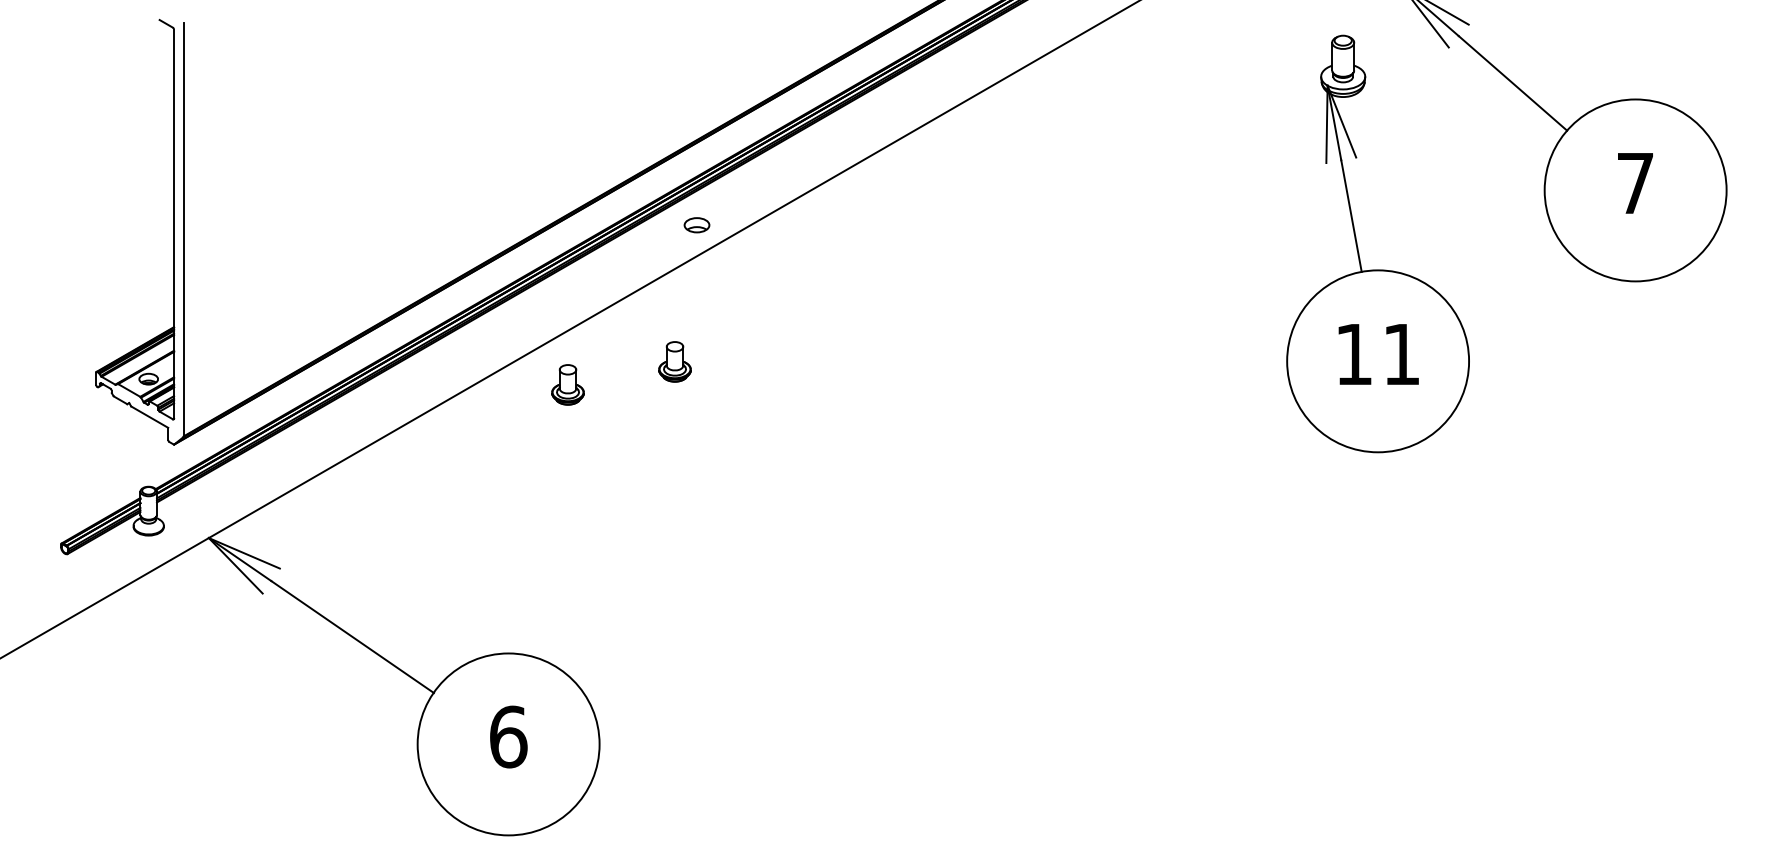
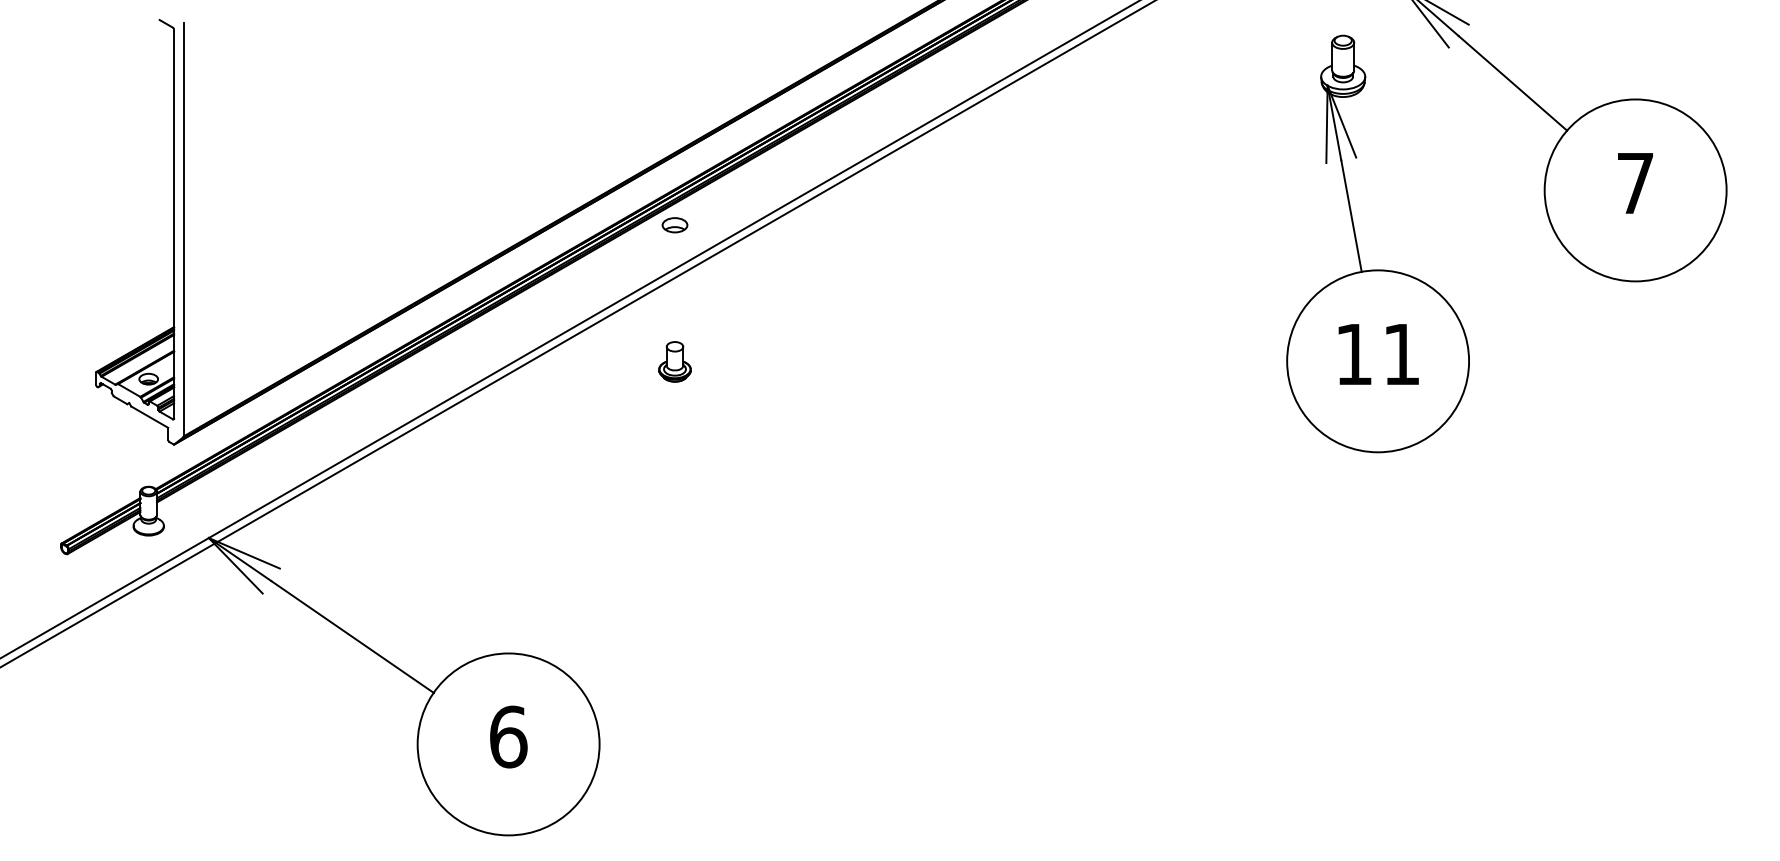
part at (696, 225) position: (696, 225) -> (674, 225)
line at (577, 334): none -> present
part at (567, 384): present -> none
